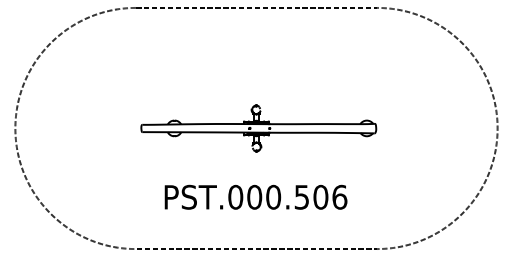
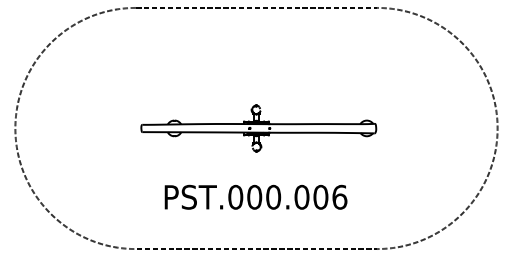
text at (301, 196): PST.000.506 -> PST.000.006
